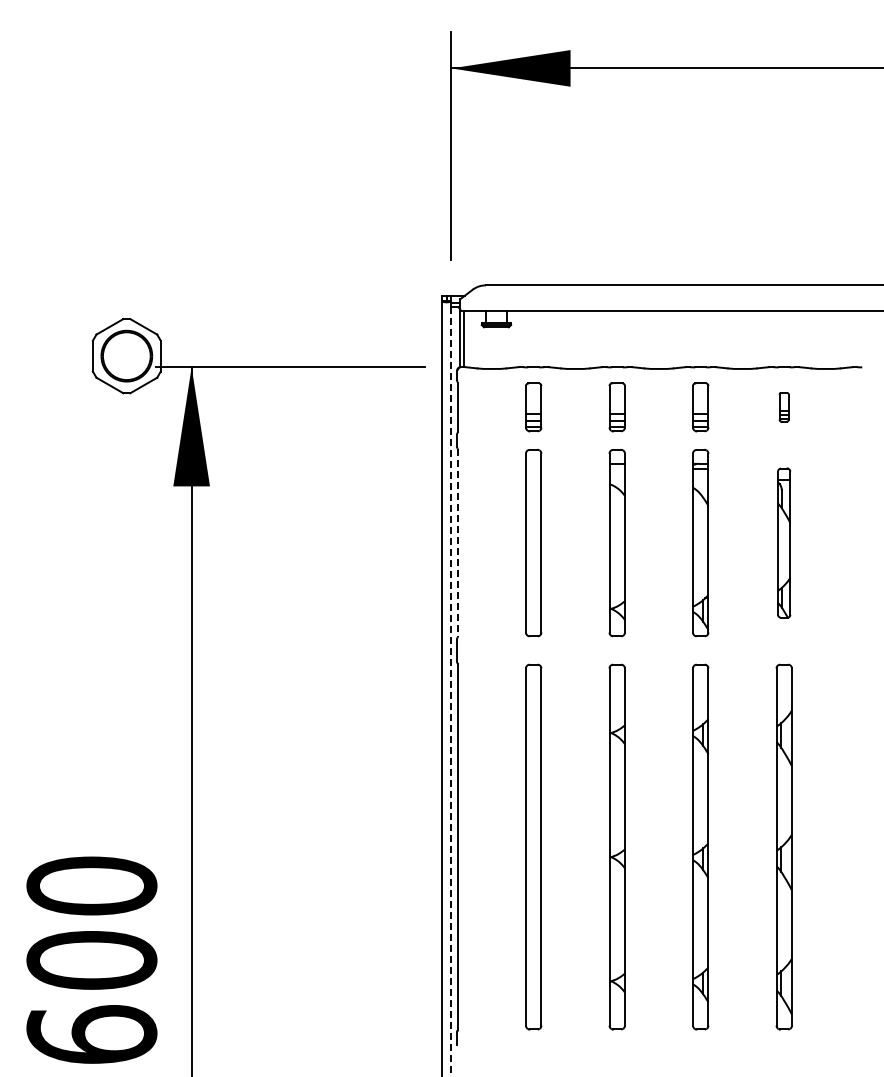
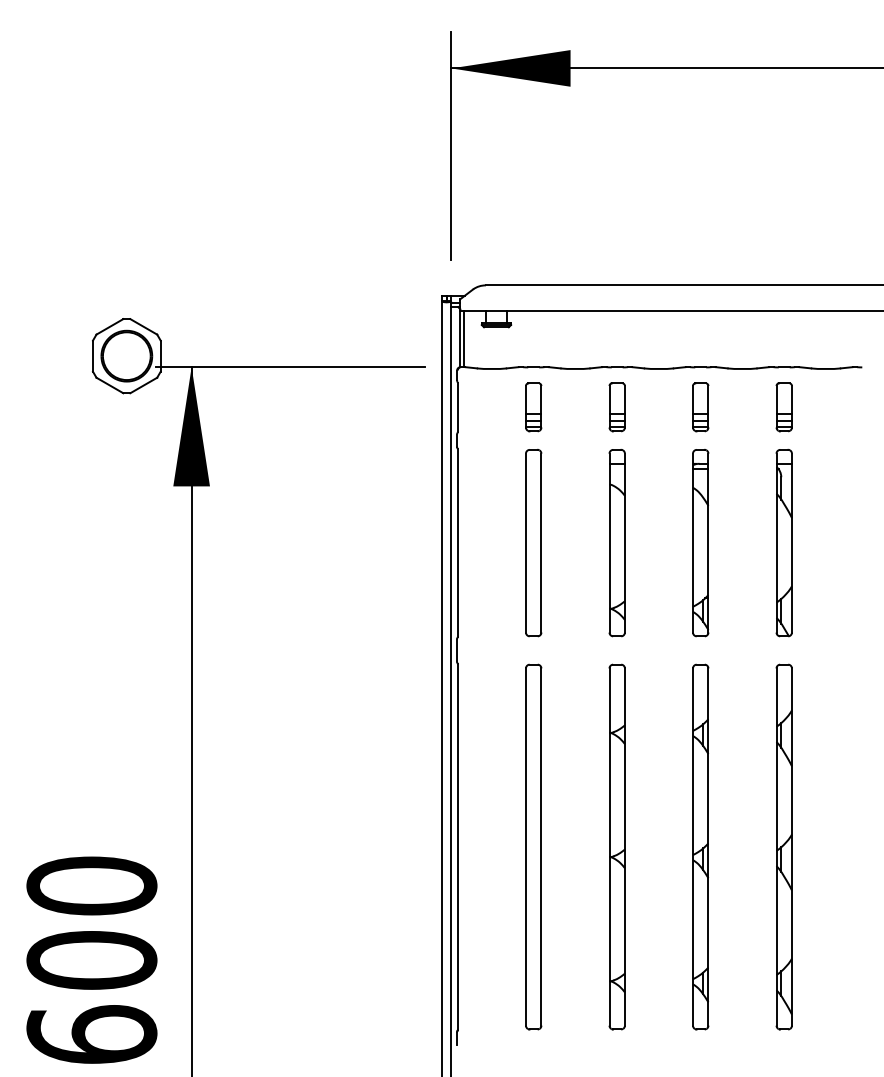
part at (783, 407) size: 12x31 px -> 18x51 px
part at (784, 542) size: 15x152 px -> 18x189 px
line at (457, 543): dashed -> solid
line at (451, 691): dashed -> solid
